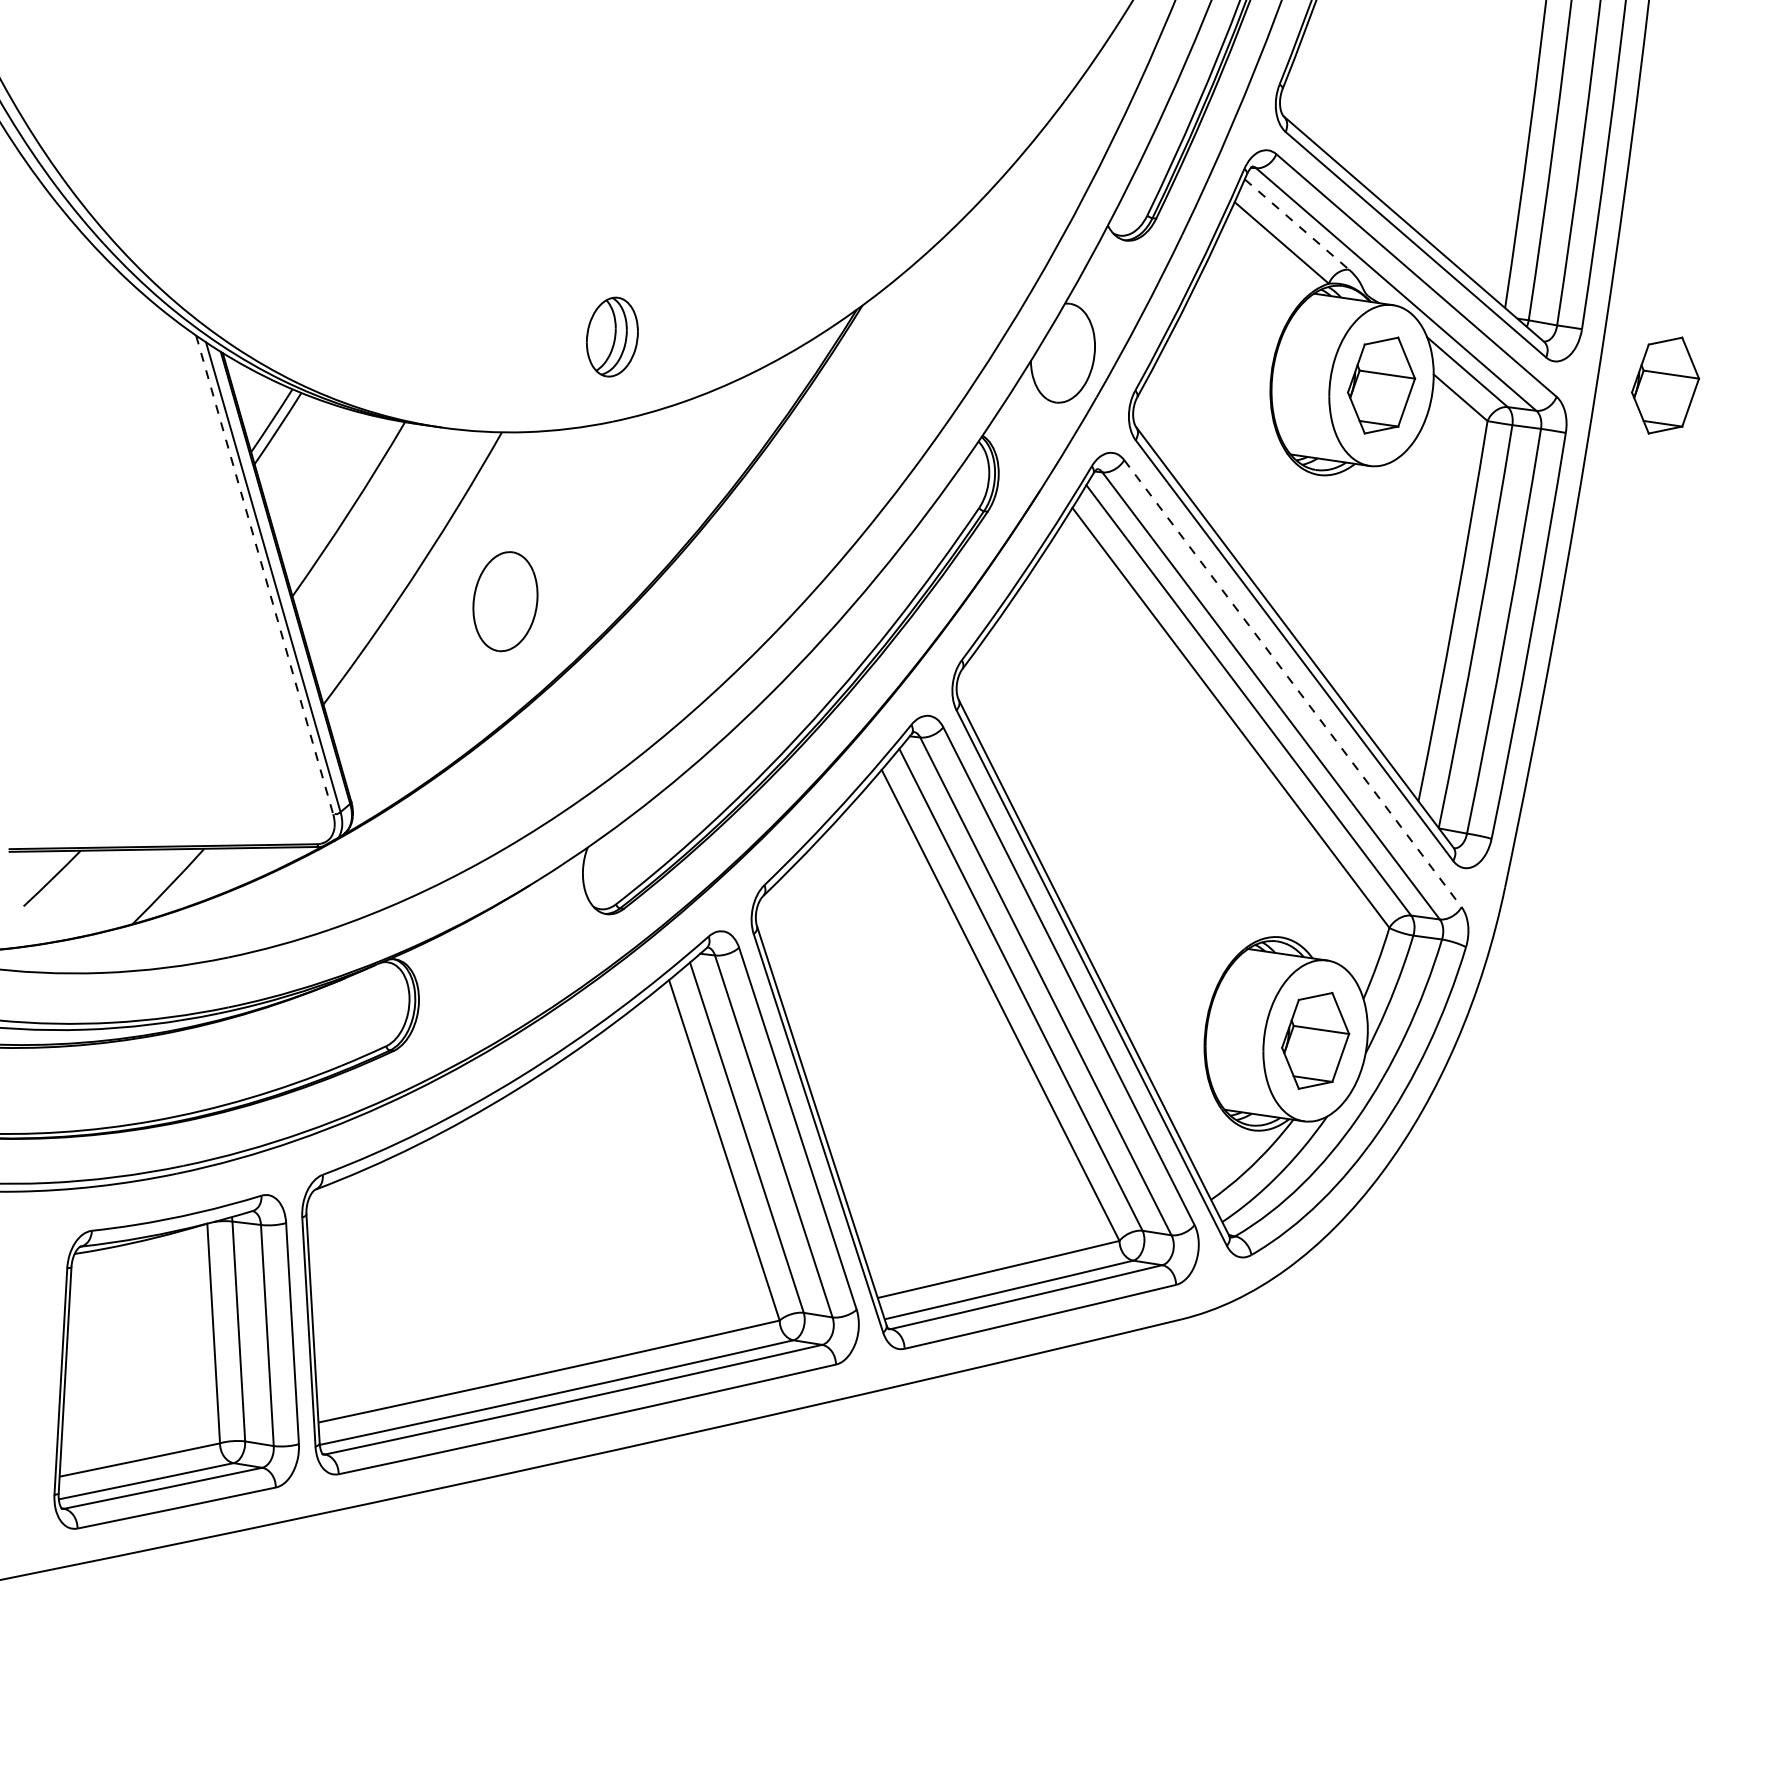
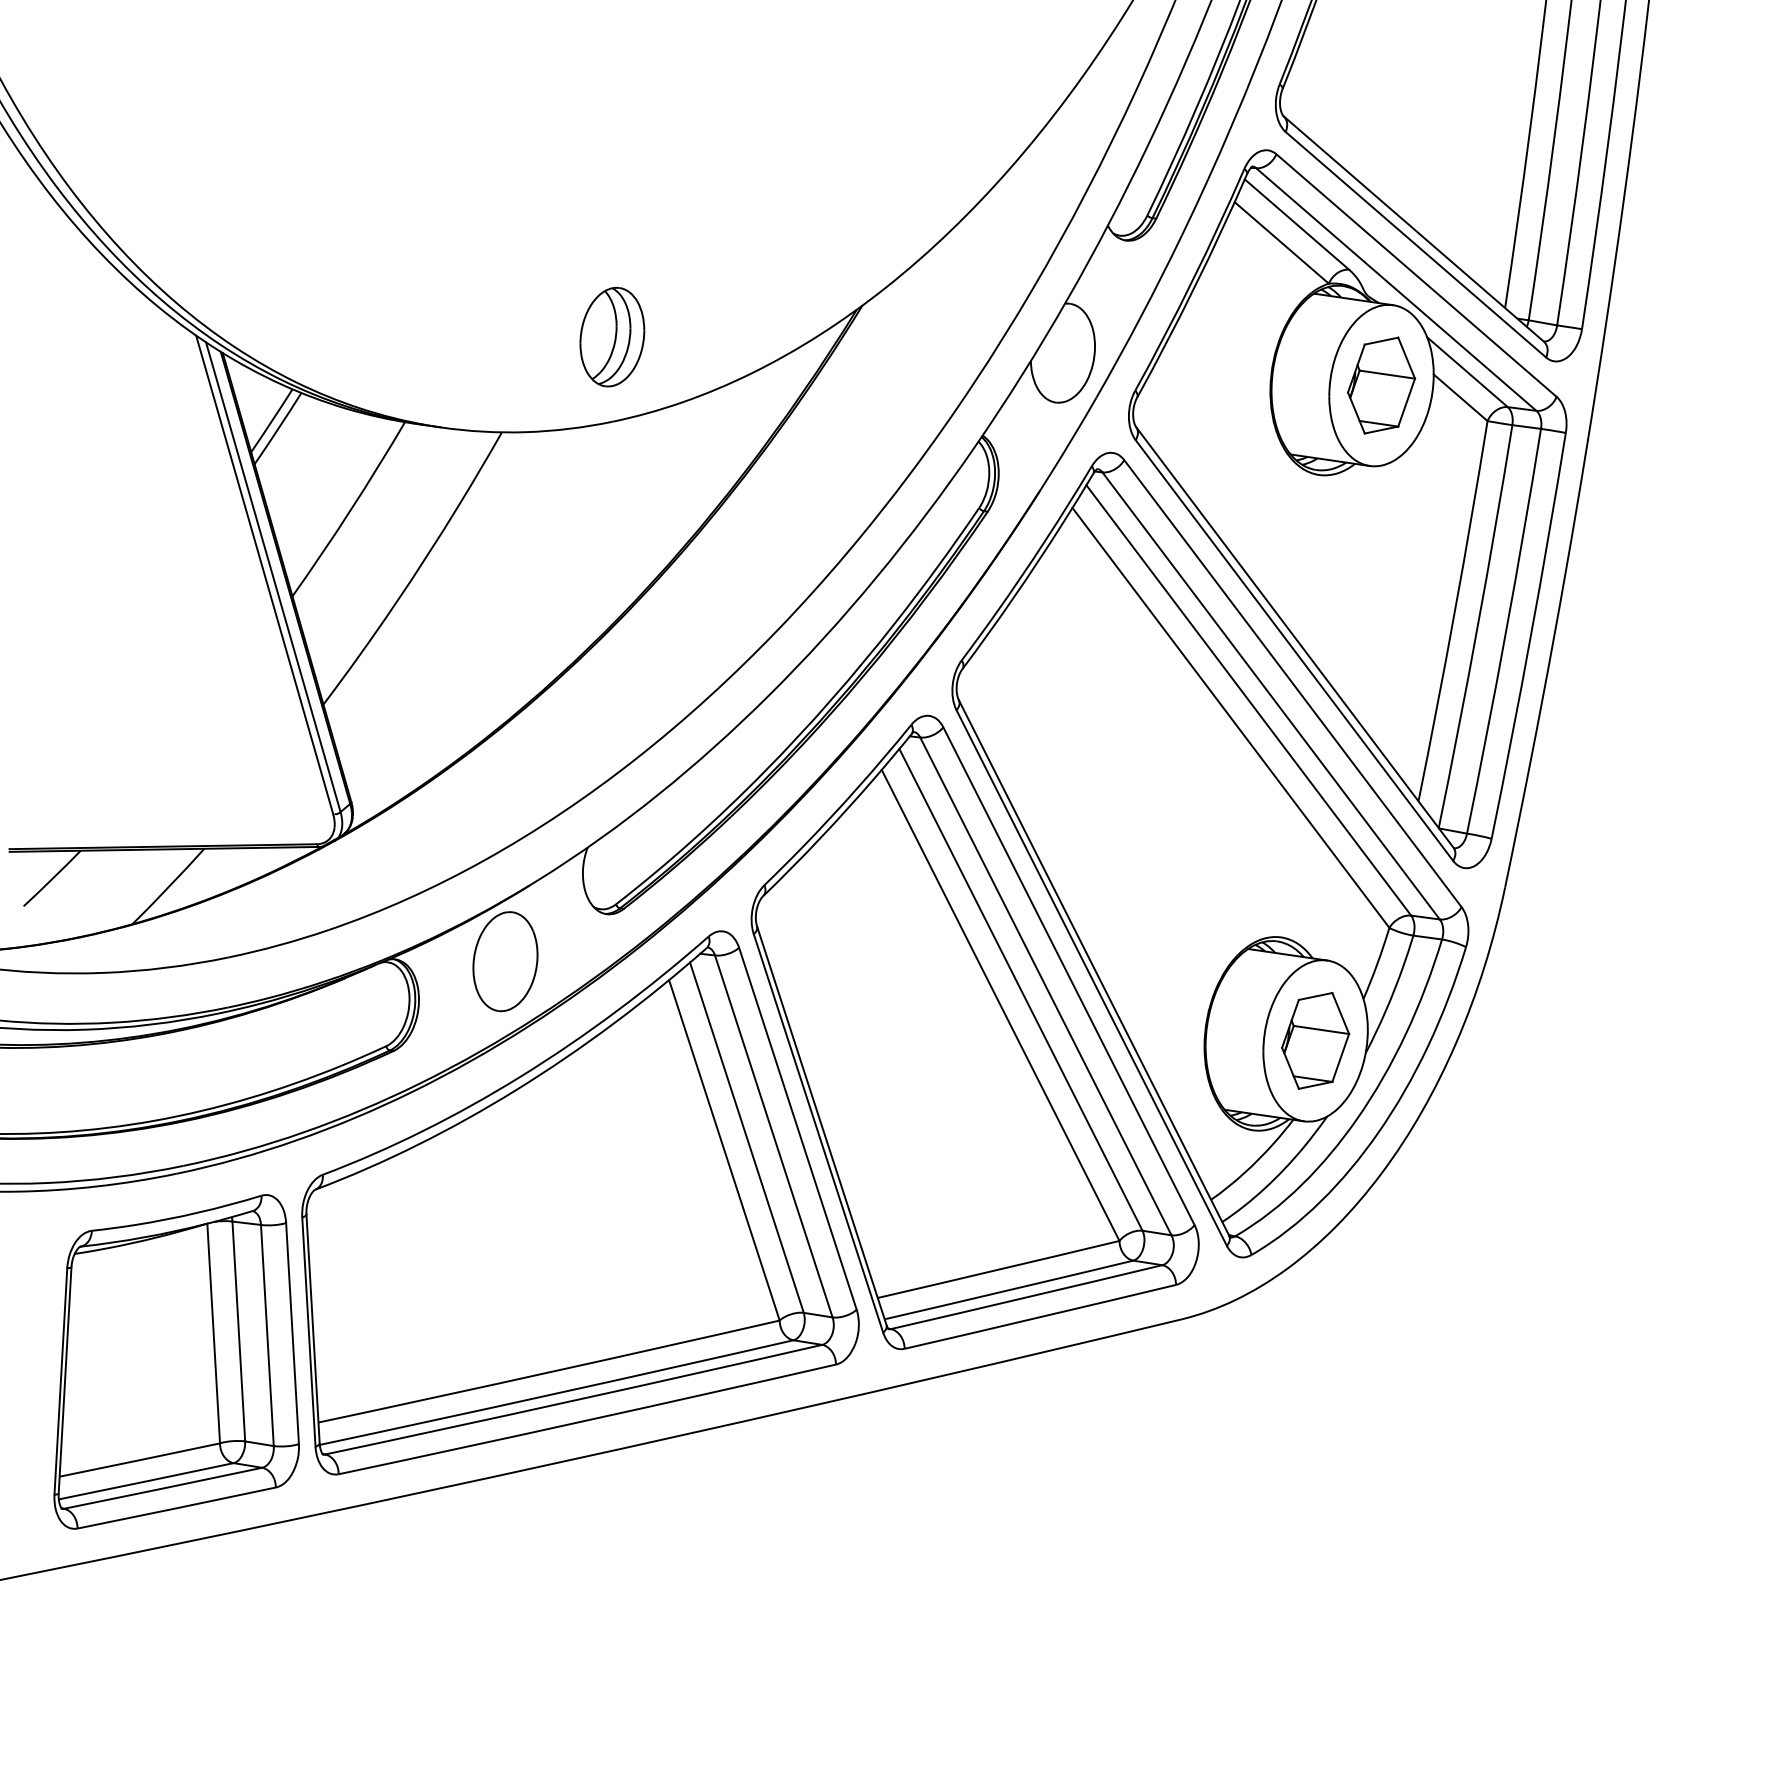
line at (1296, 224): dashed -> solid
part at (612, 336) size: 53x82 px -> 67x102 px
part at (1665, 385): present -> none
line at (264, 574): dashed -> solid
part at (505, 601) position: (505, 601) -> (505, 961)
line at (1293, 684): dashed -> solid
